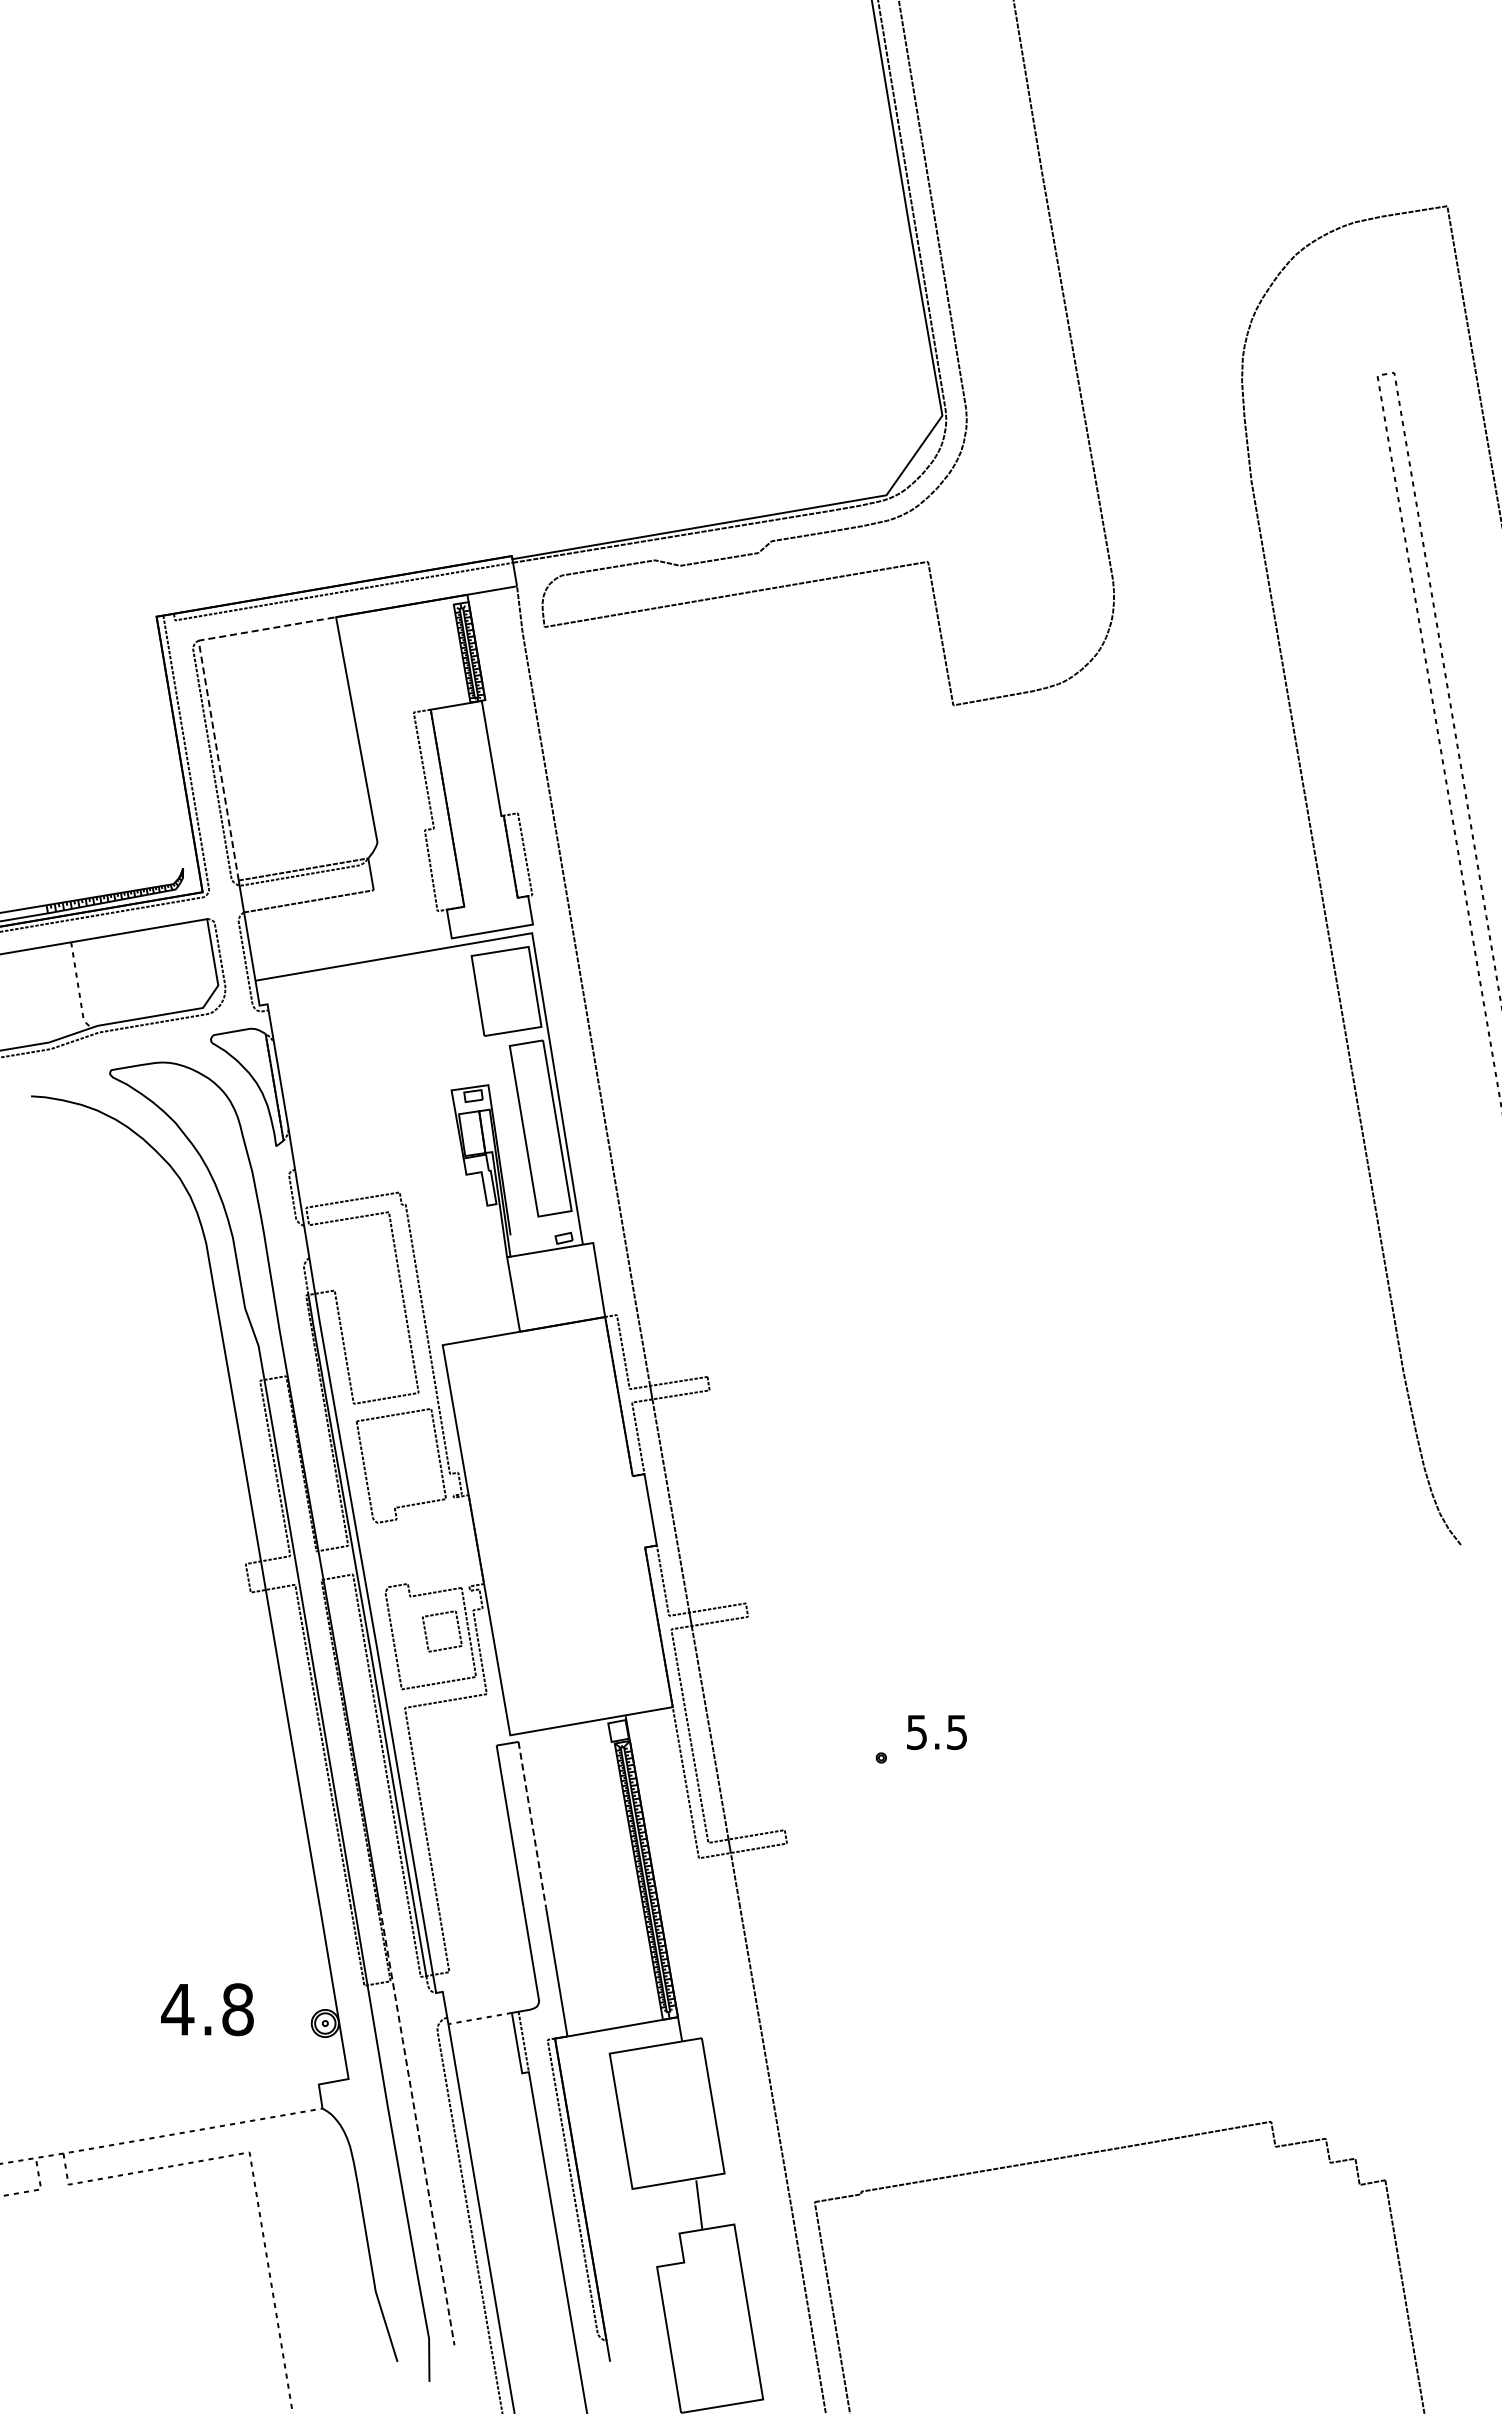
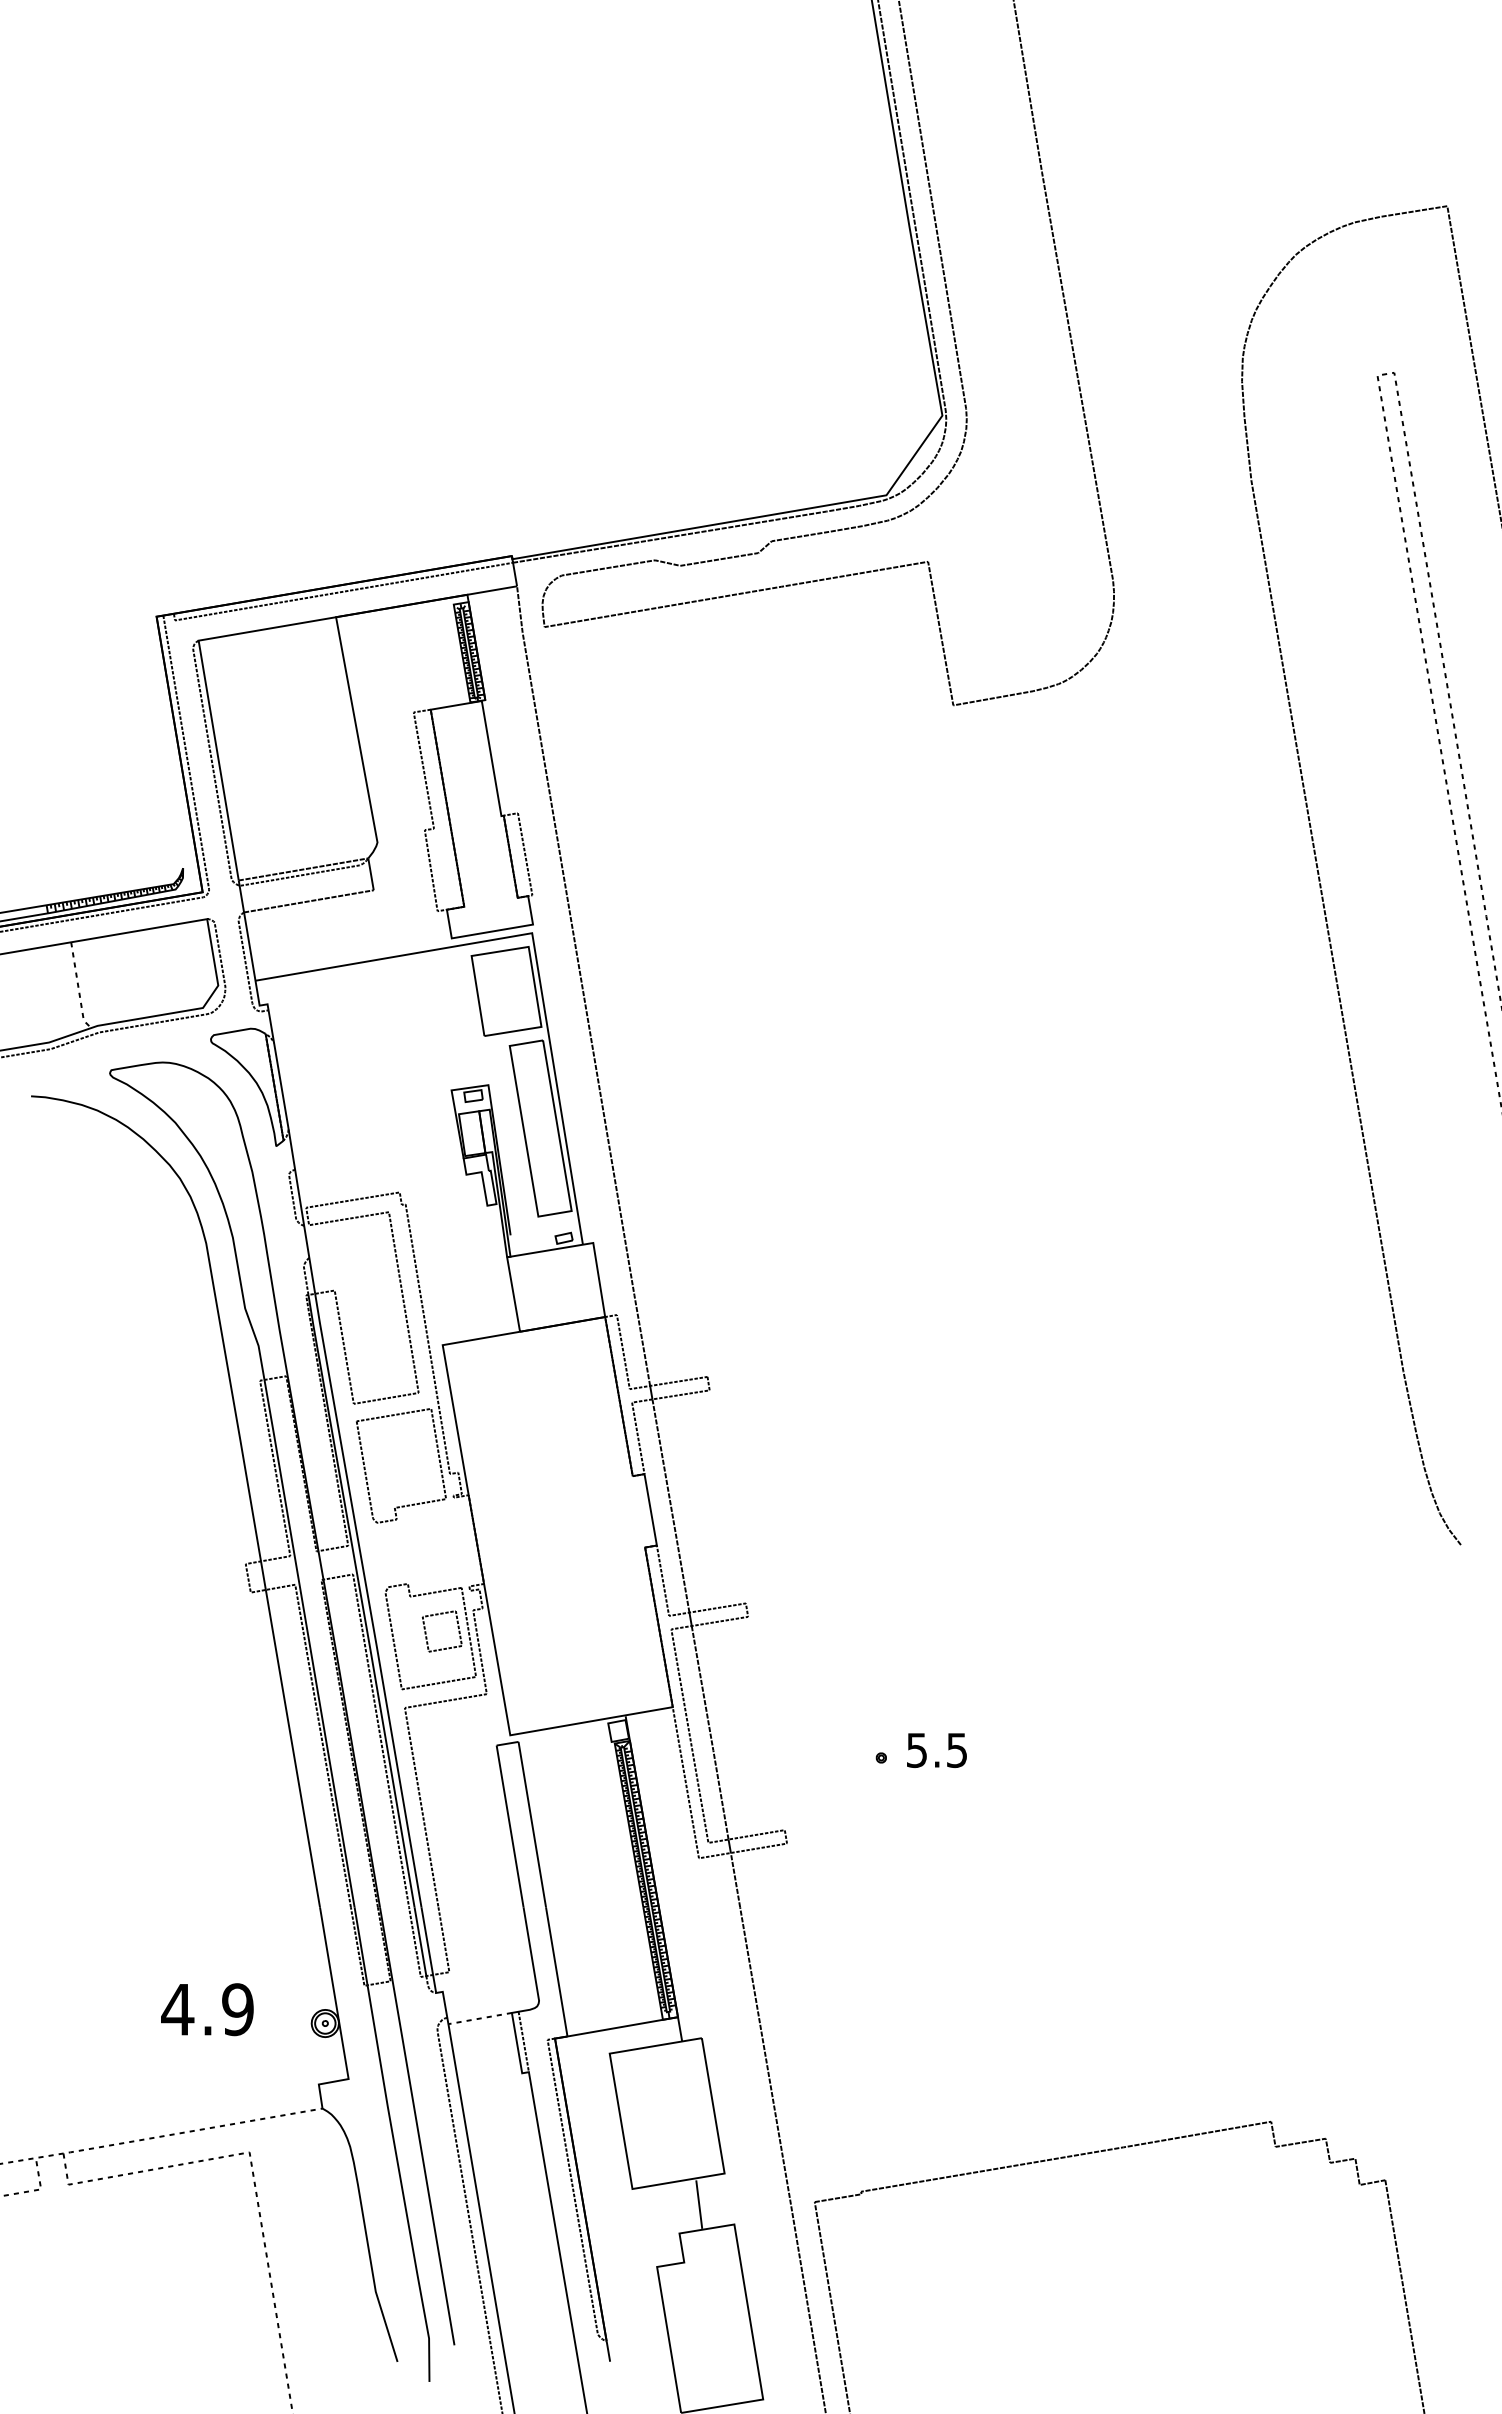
line at (207, 690): dashed -> solid
text at (936, 1732) position: (936, 1732) -> (936, 1750)
line at (532, 1824): dashed -> solid
text at (237, 2009): 4.8 -> 4.9
line at (417, 2126): dashed -> solid
